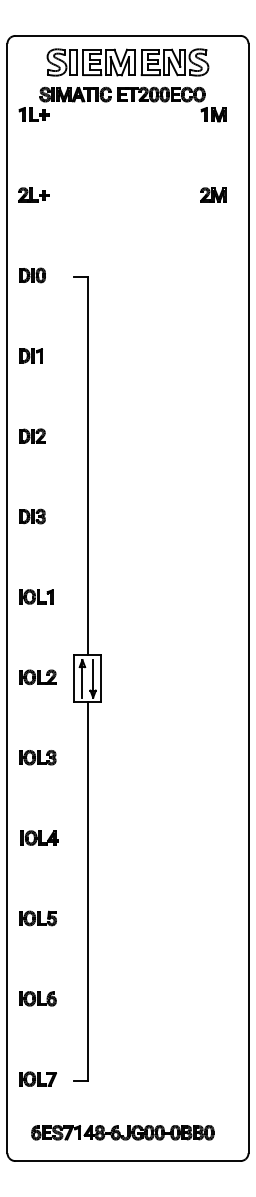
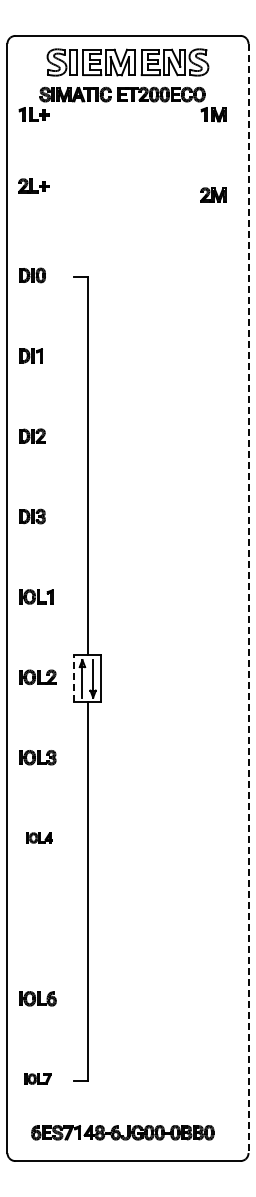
part at (33, 194) position: (33, 194) -> (33, 185)
line at (248, 598): solid -> dashed
line at (74, 678): solid -> dashed
part at (39, 837) size: 39x16 px -> 27x12 px
part at (37, 918): present -> none
part at (37, 1078) size: 38x16 px -> 28x12 px
